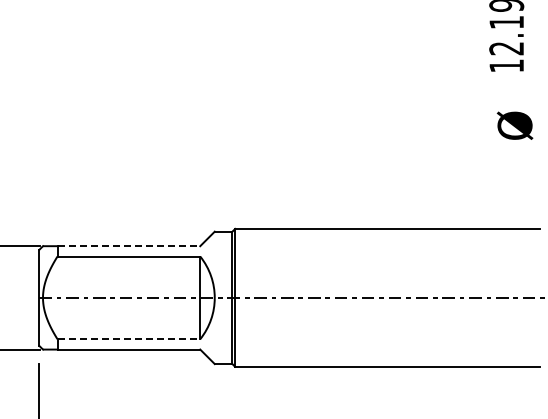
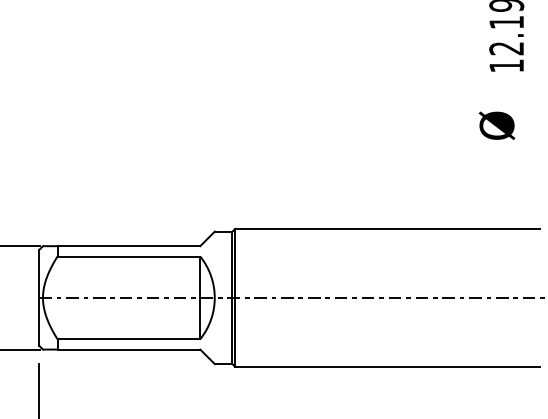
text at (514, 125) position: (514, 125) -> (496, 125)
line at (129, 246): dashed -> solid
line at (129, 339): dashed -> solid
